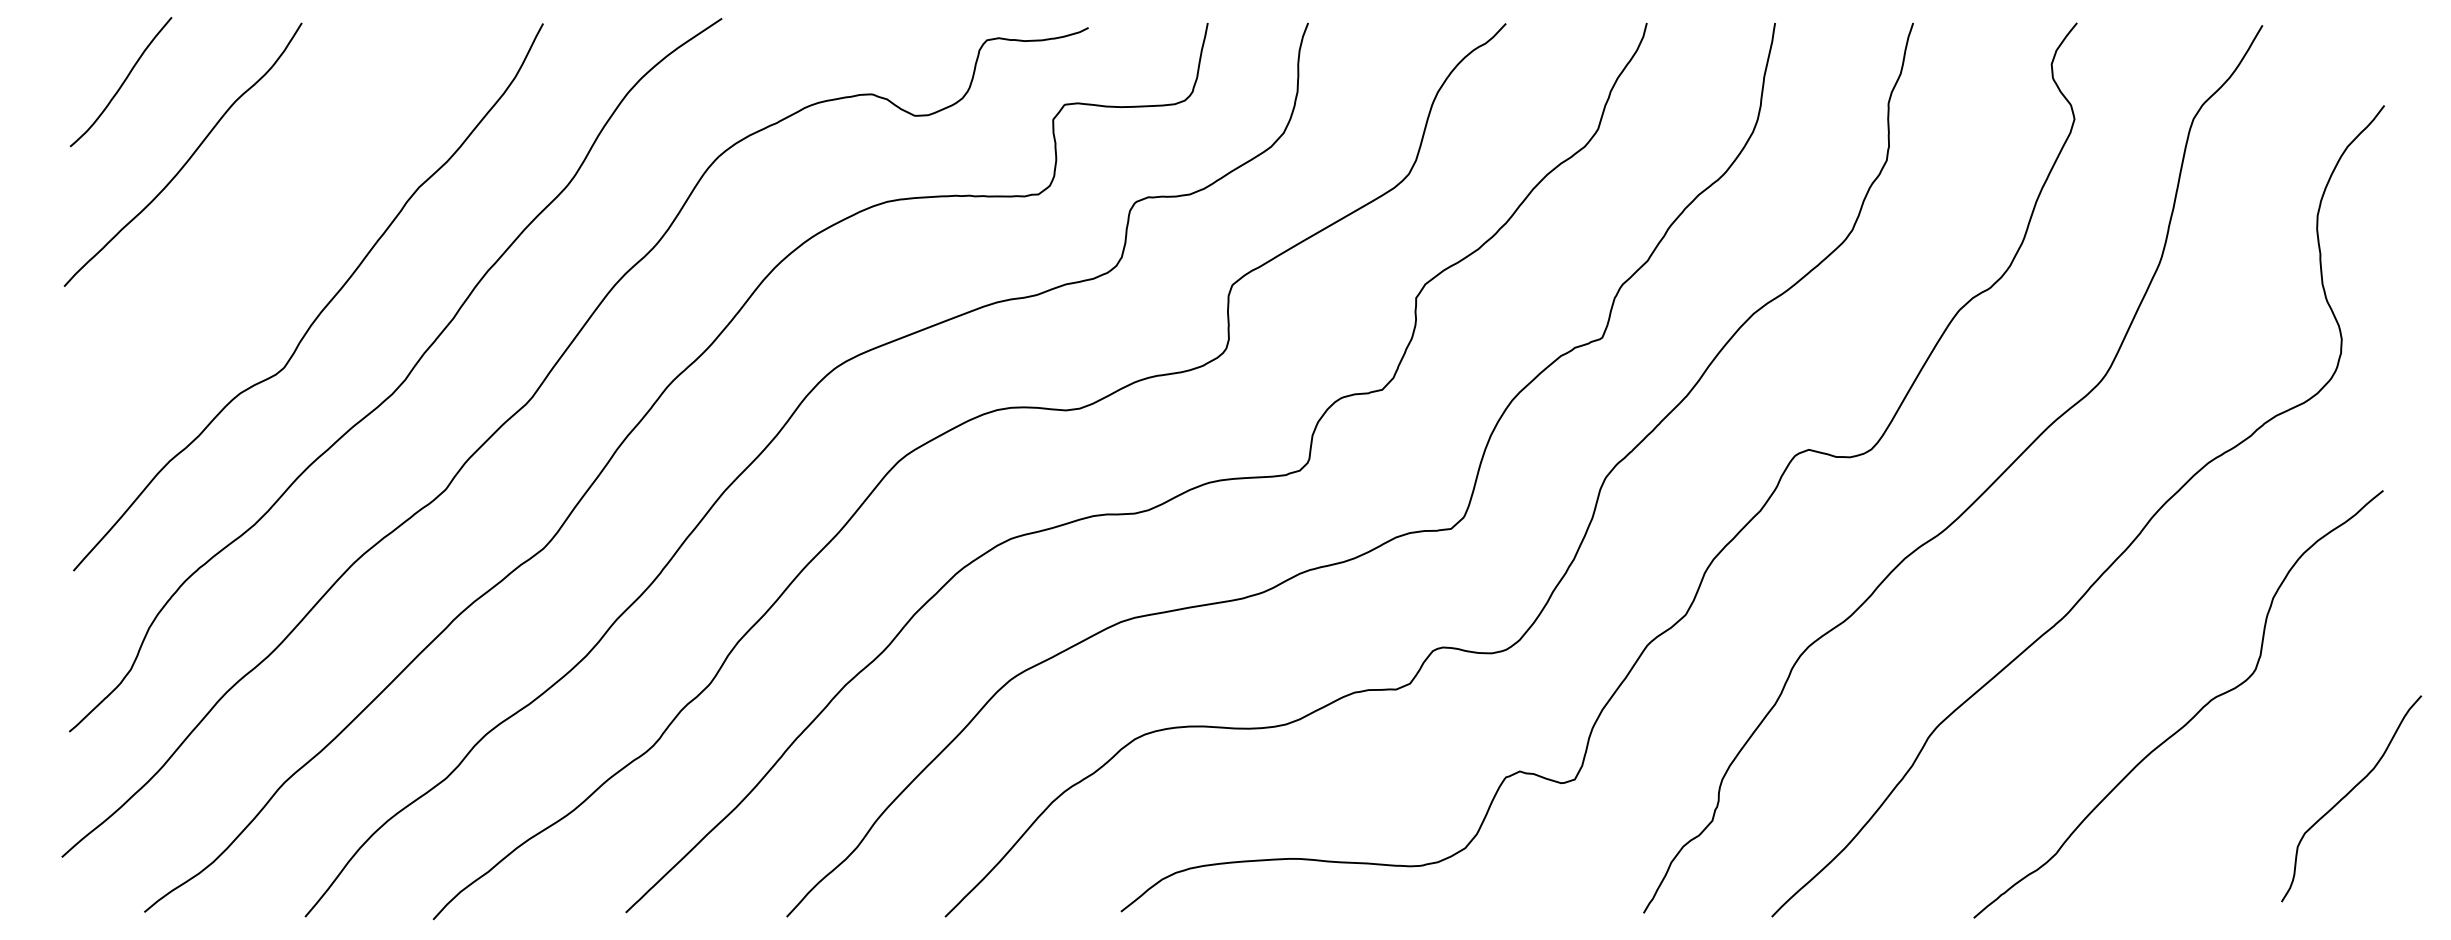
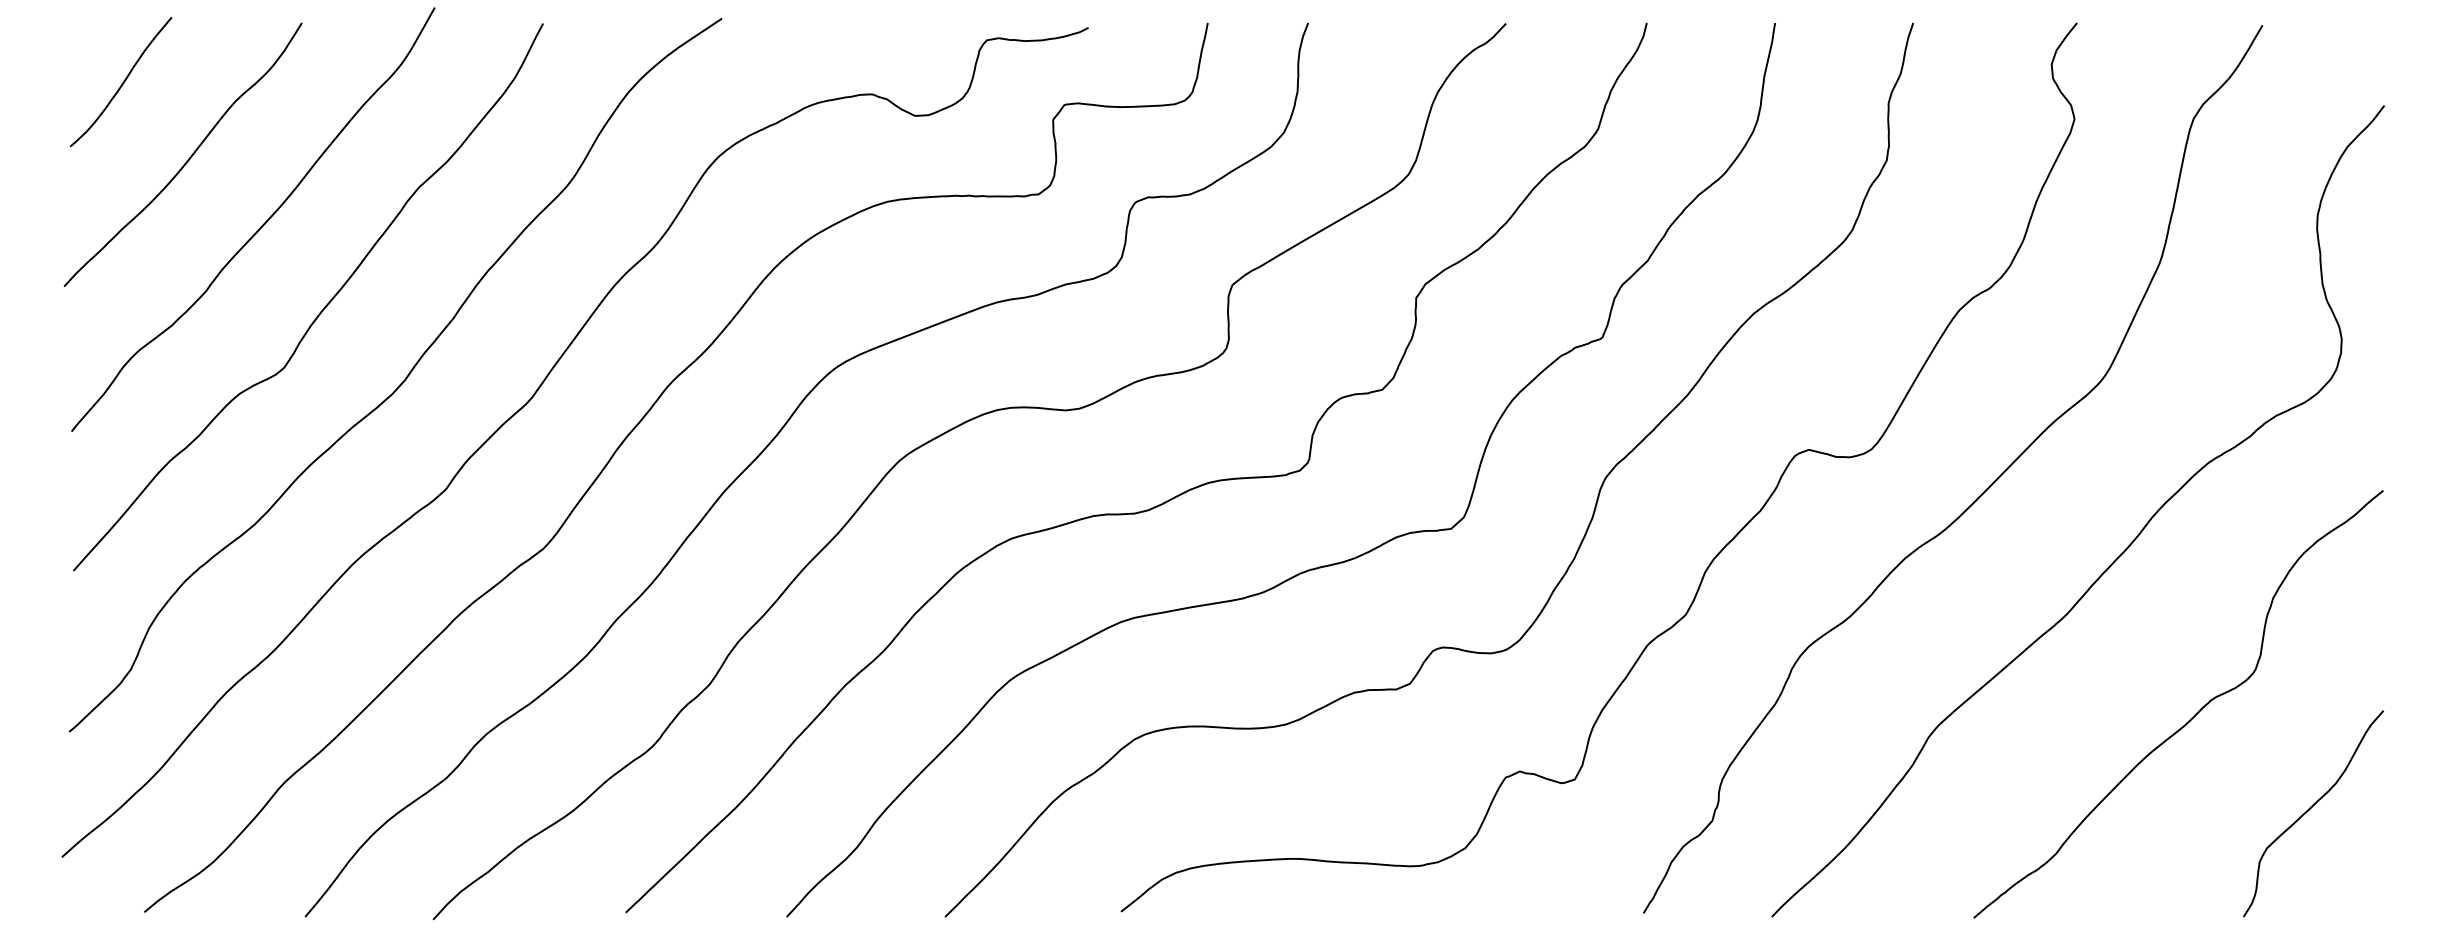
curve at (260, 226): none -> present
curve at (2348, 794) position: (2348, 794) -> (2310, 809)
